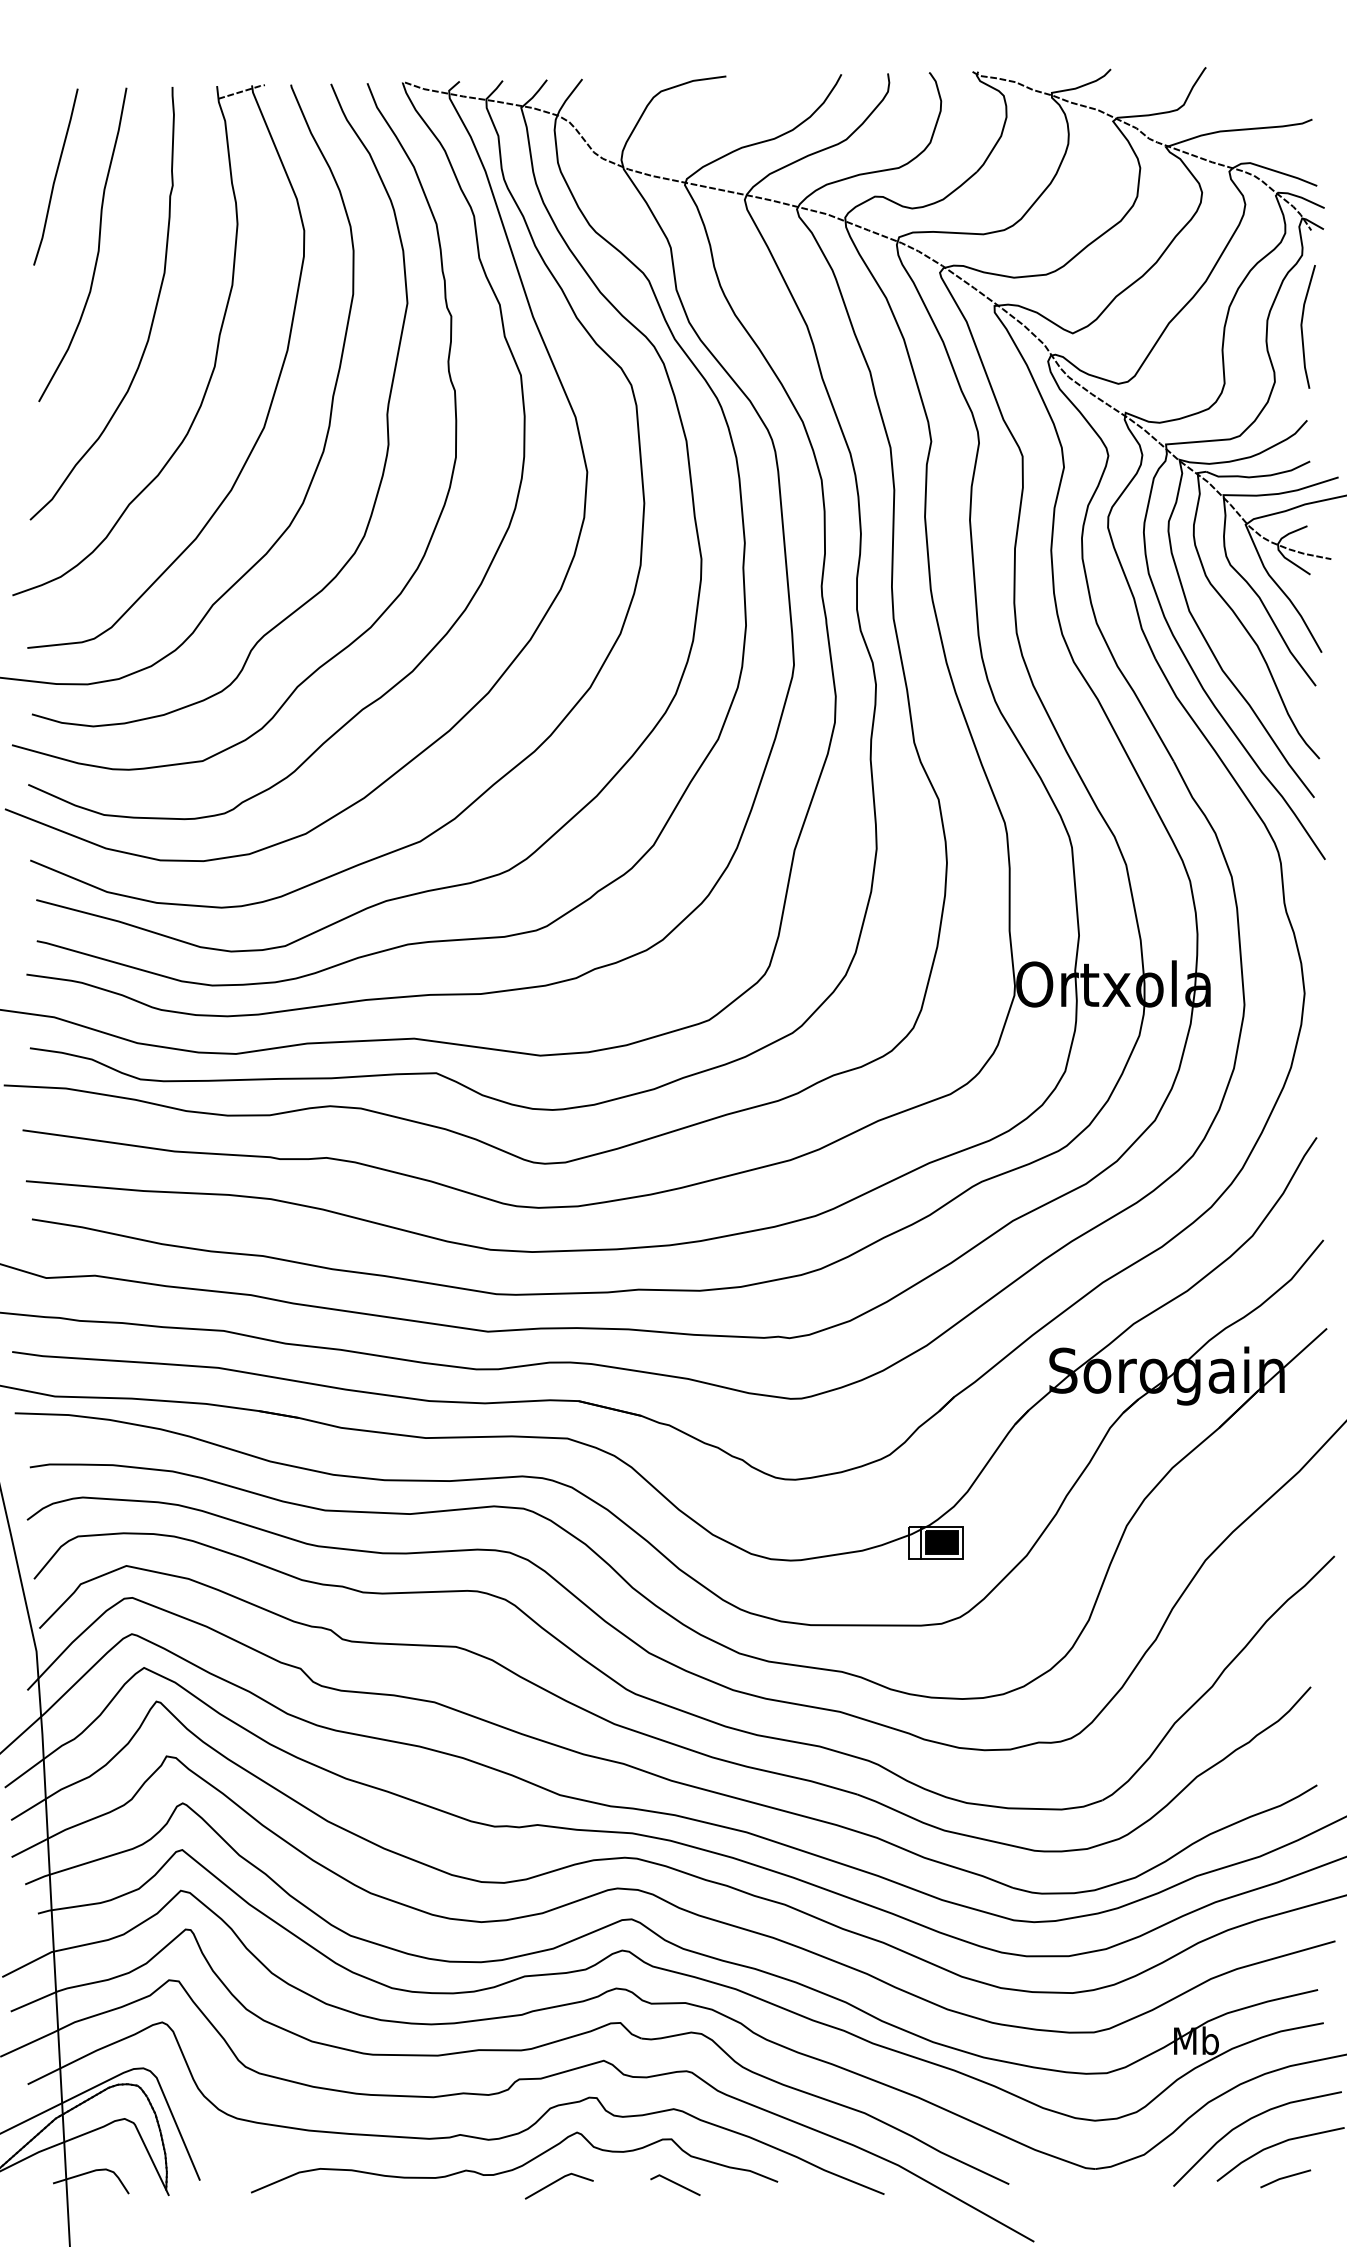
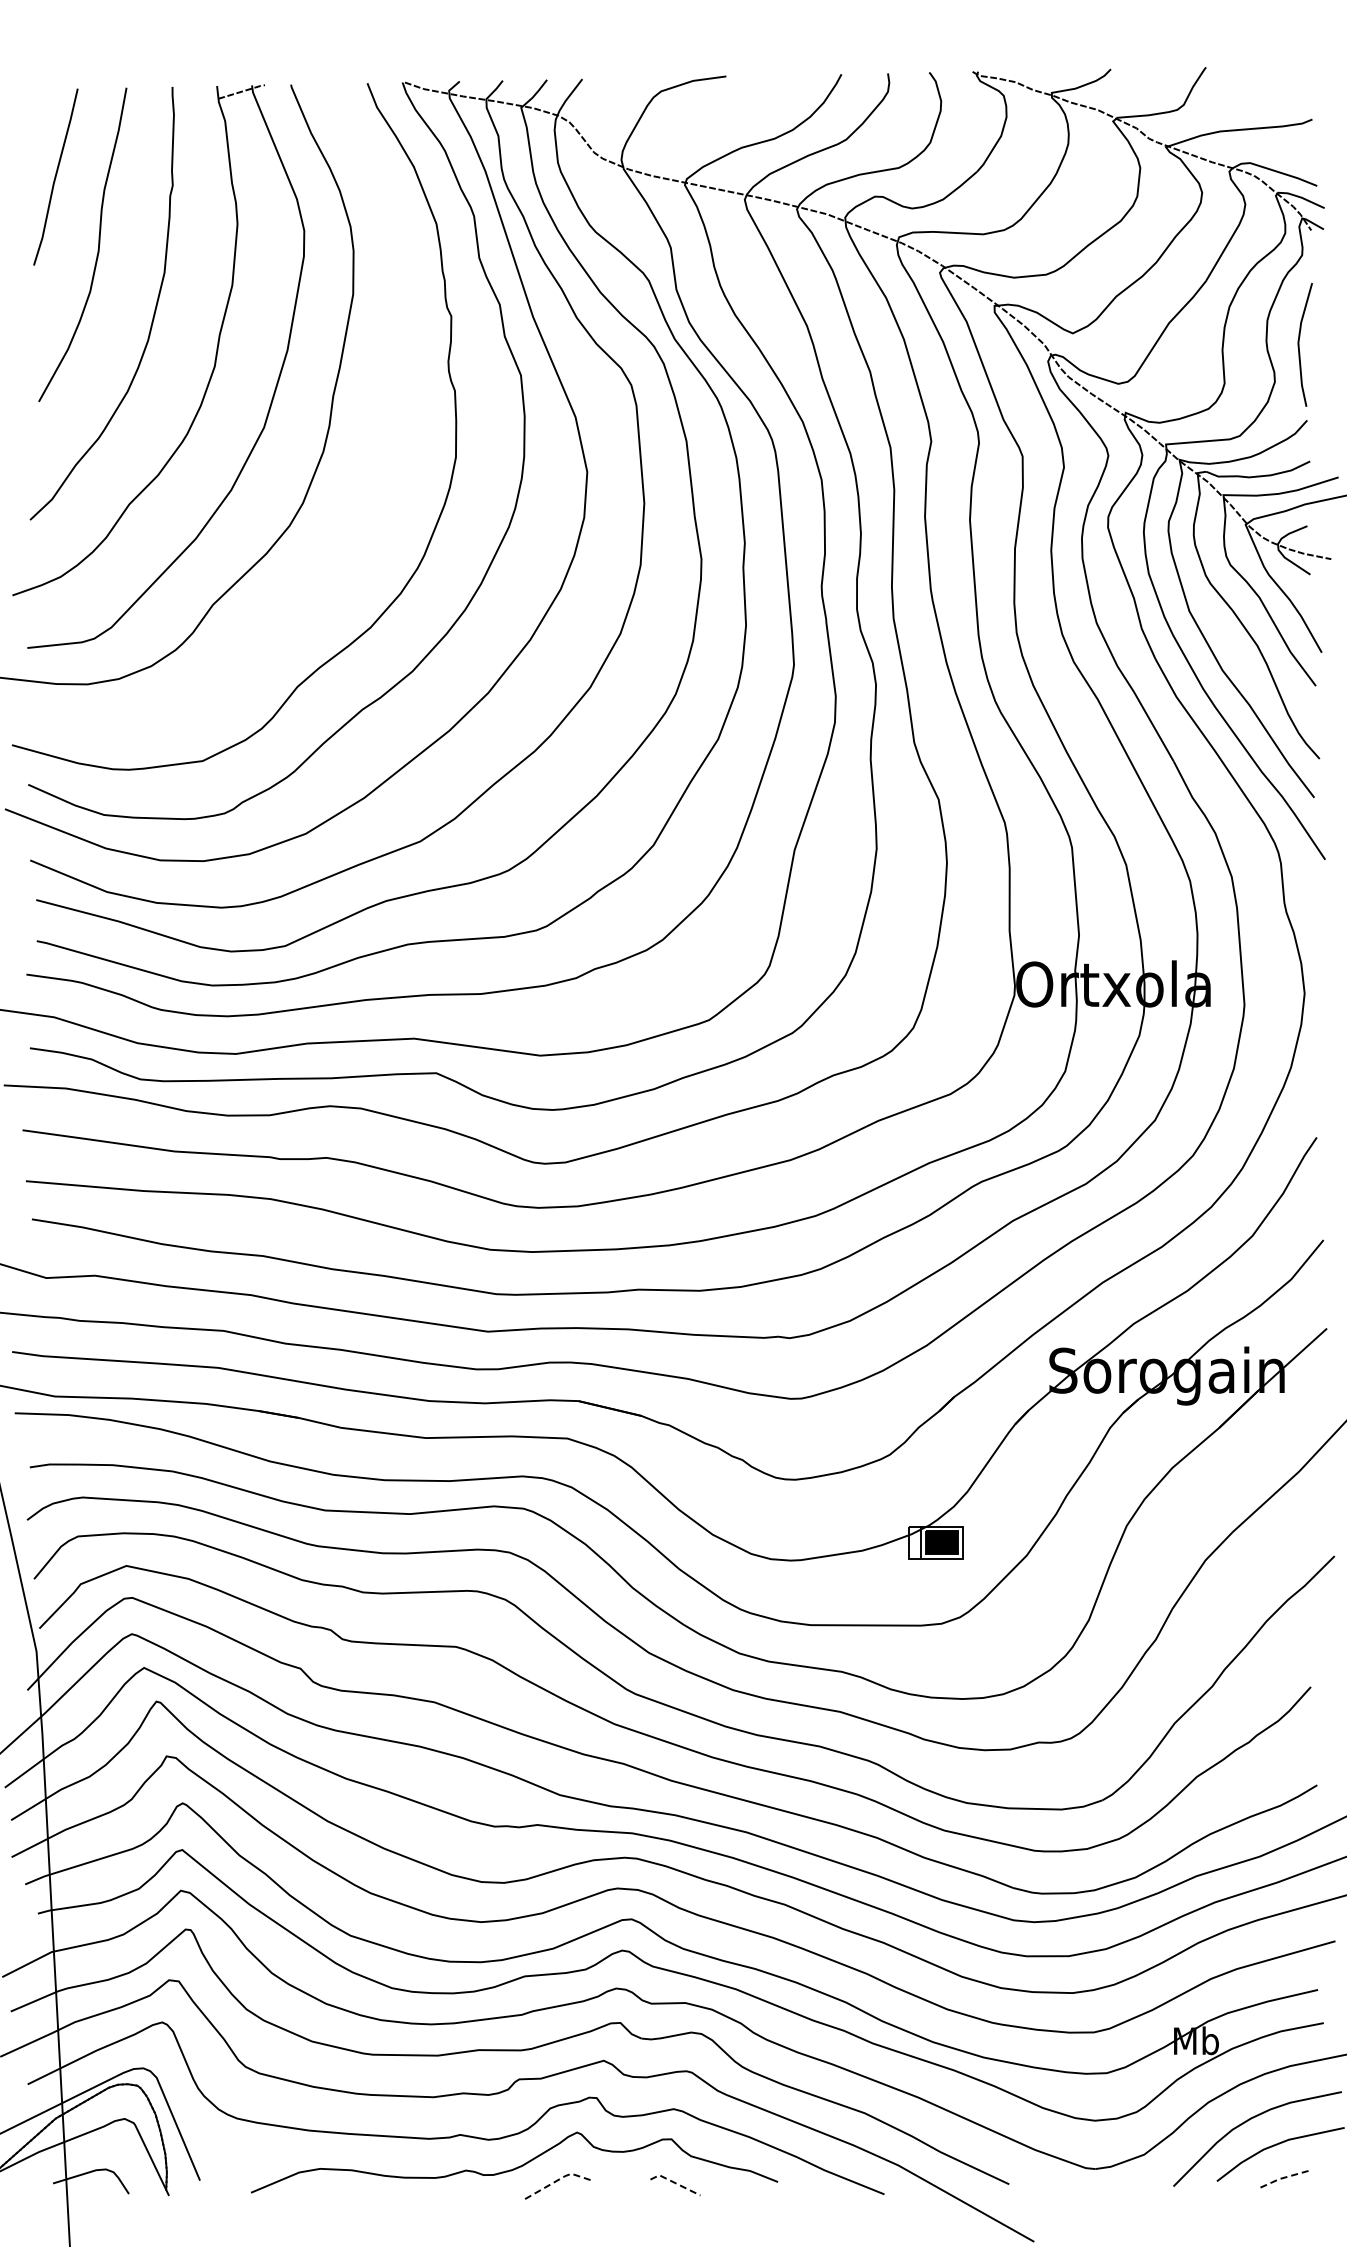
line at (1302, 326) position: (1302, 326) -> (1299, 344)
curve at (386, 410): present -> none
line at (1285, 2177): solid -> dashed
line at (559, 2179): solid -> dashed
line at (675, 2183): solid -> dashed
